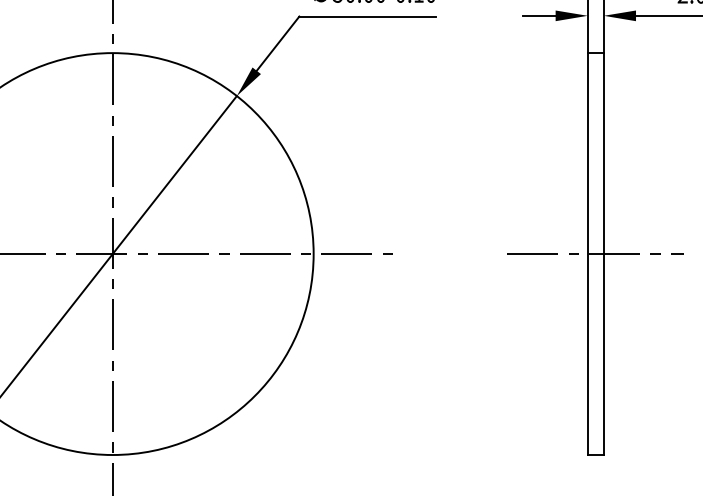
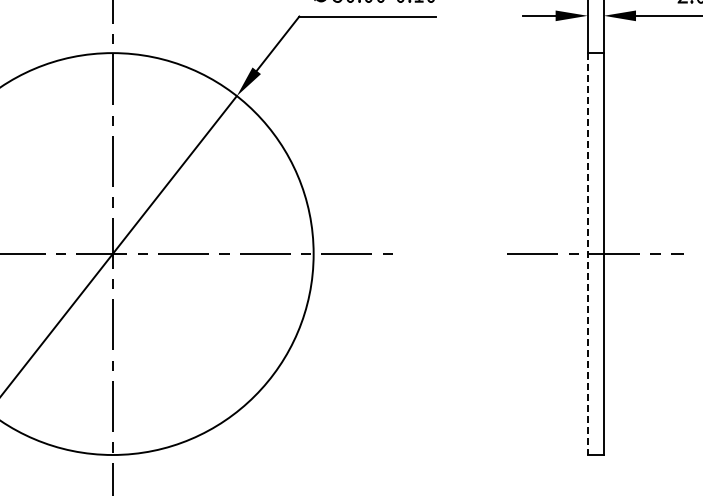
line at (587, 254): solid -> dashed
